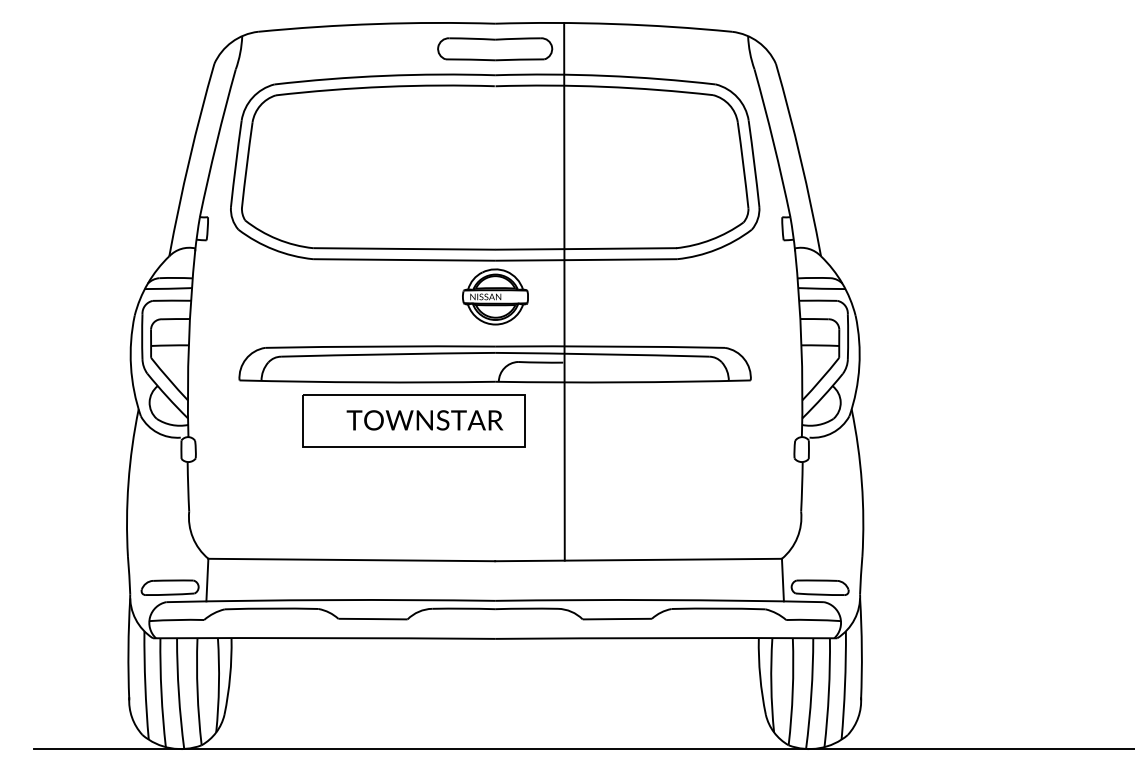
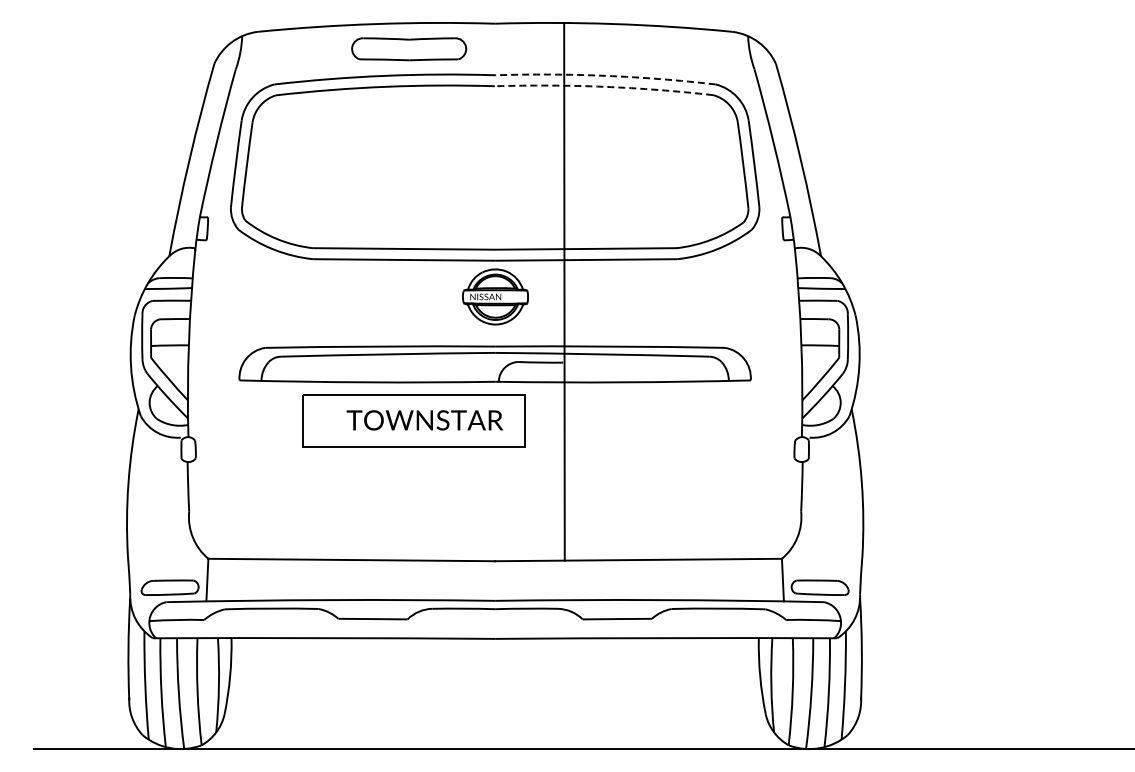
part at (495, 49) position: (495, 49) -> (409, 49)
arc at (605, 75): solid -> dashed
arc at (604, 86): solid -> dashed
